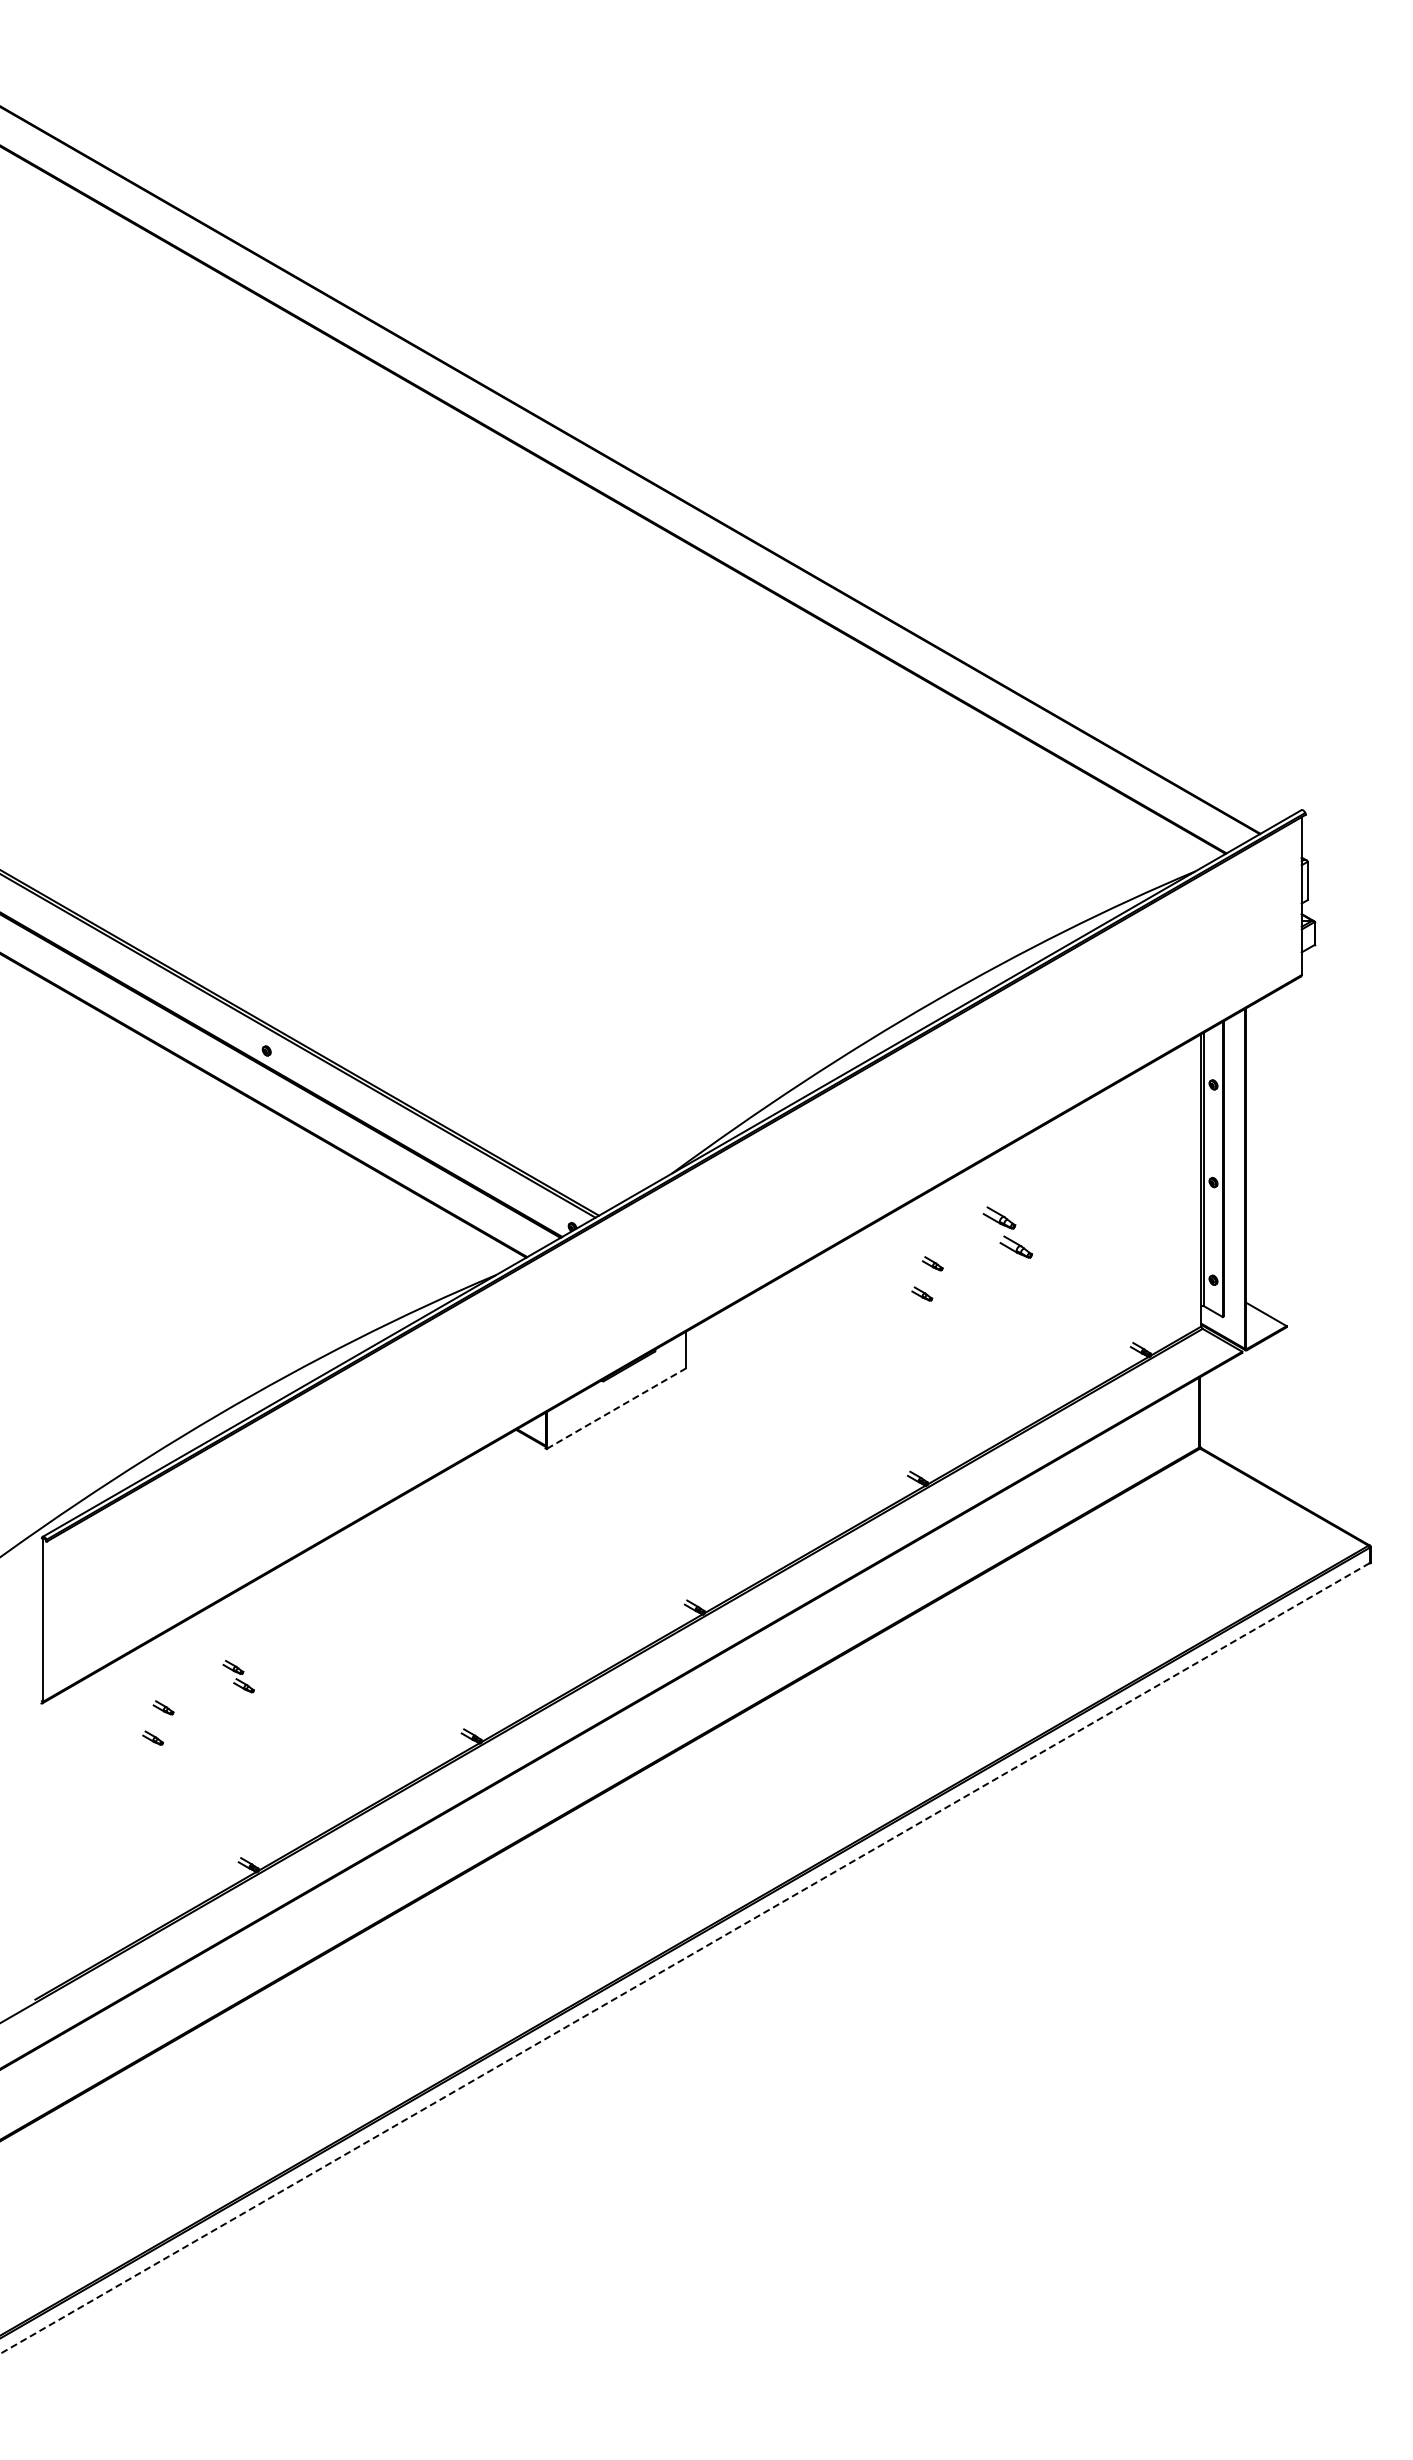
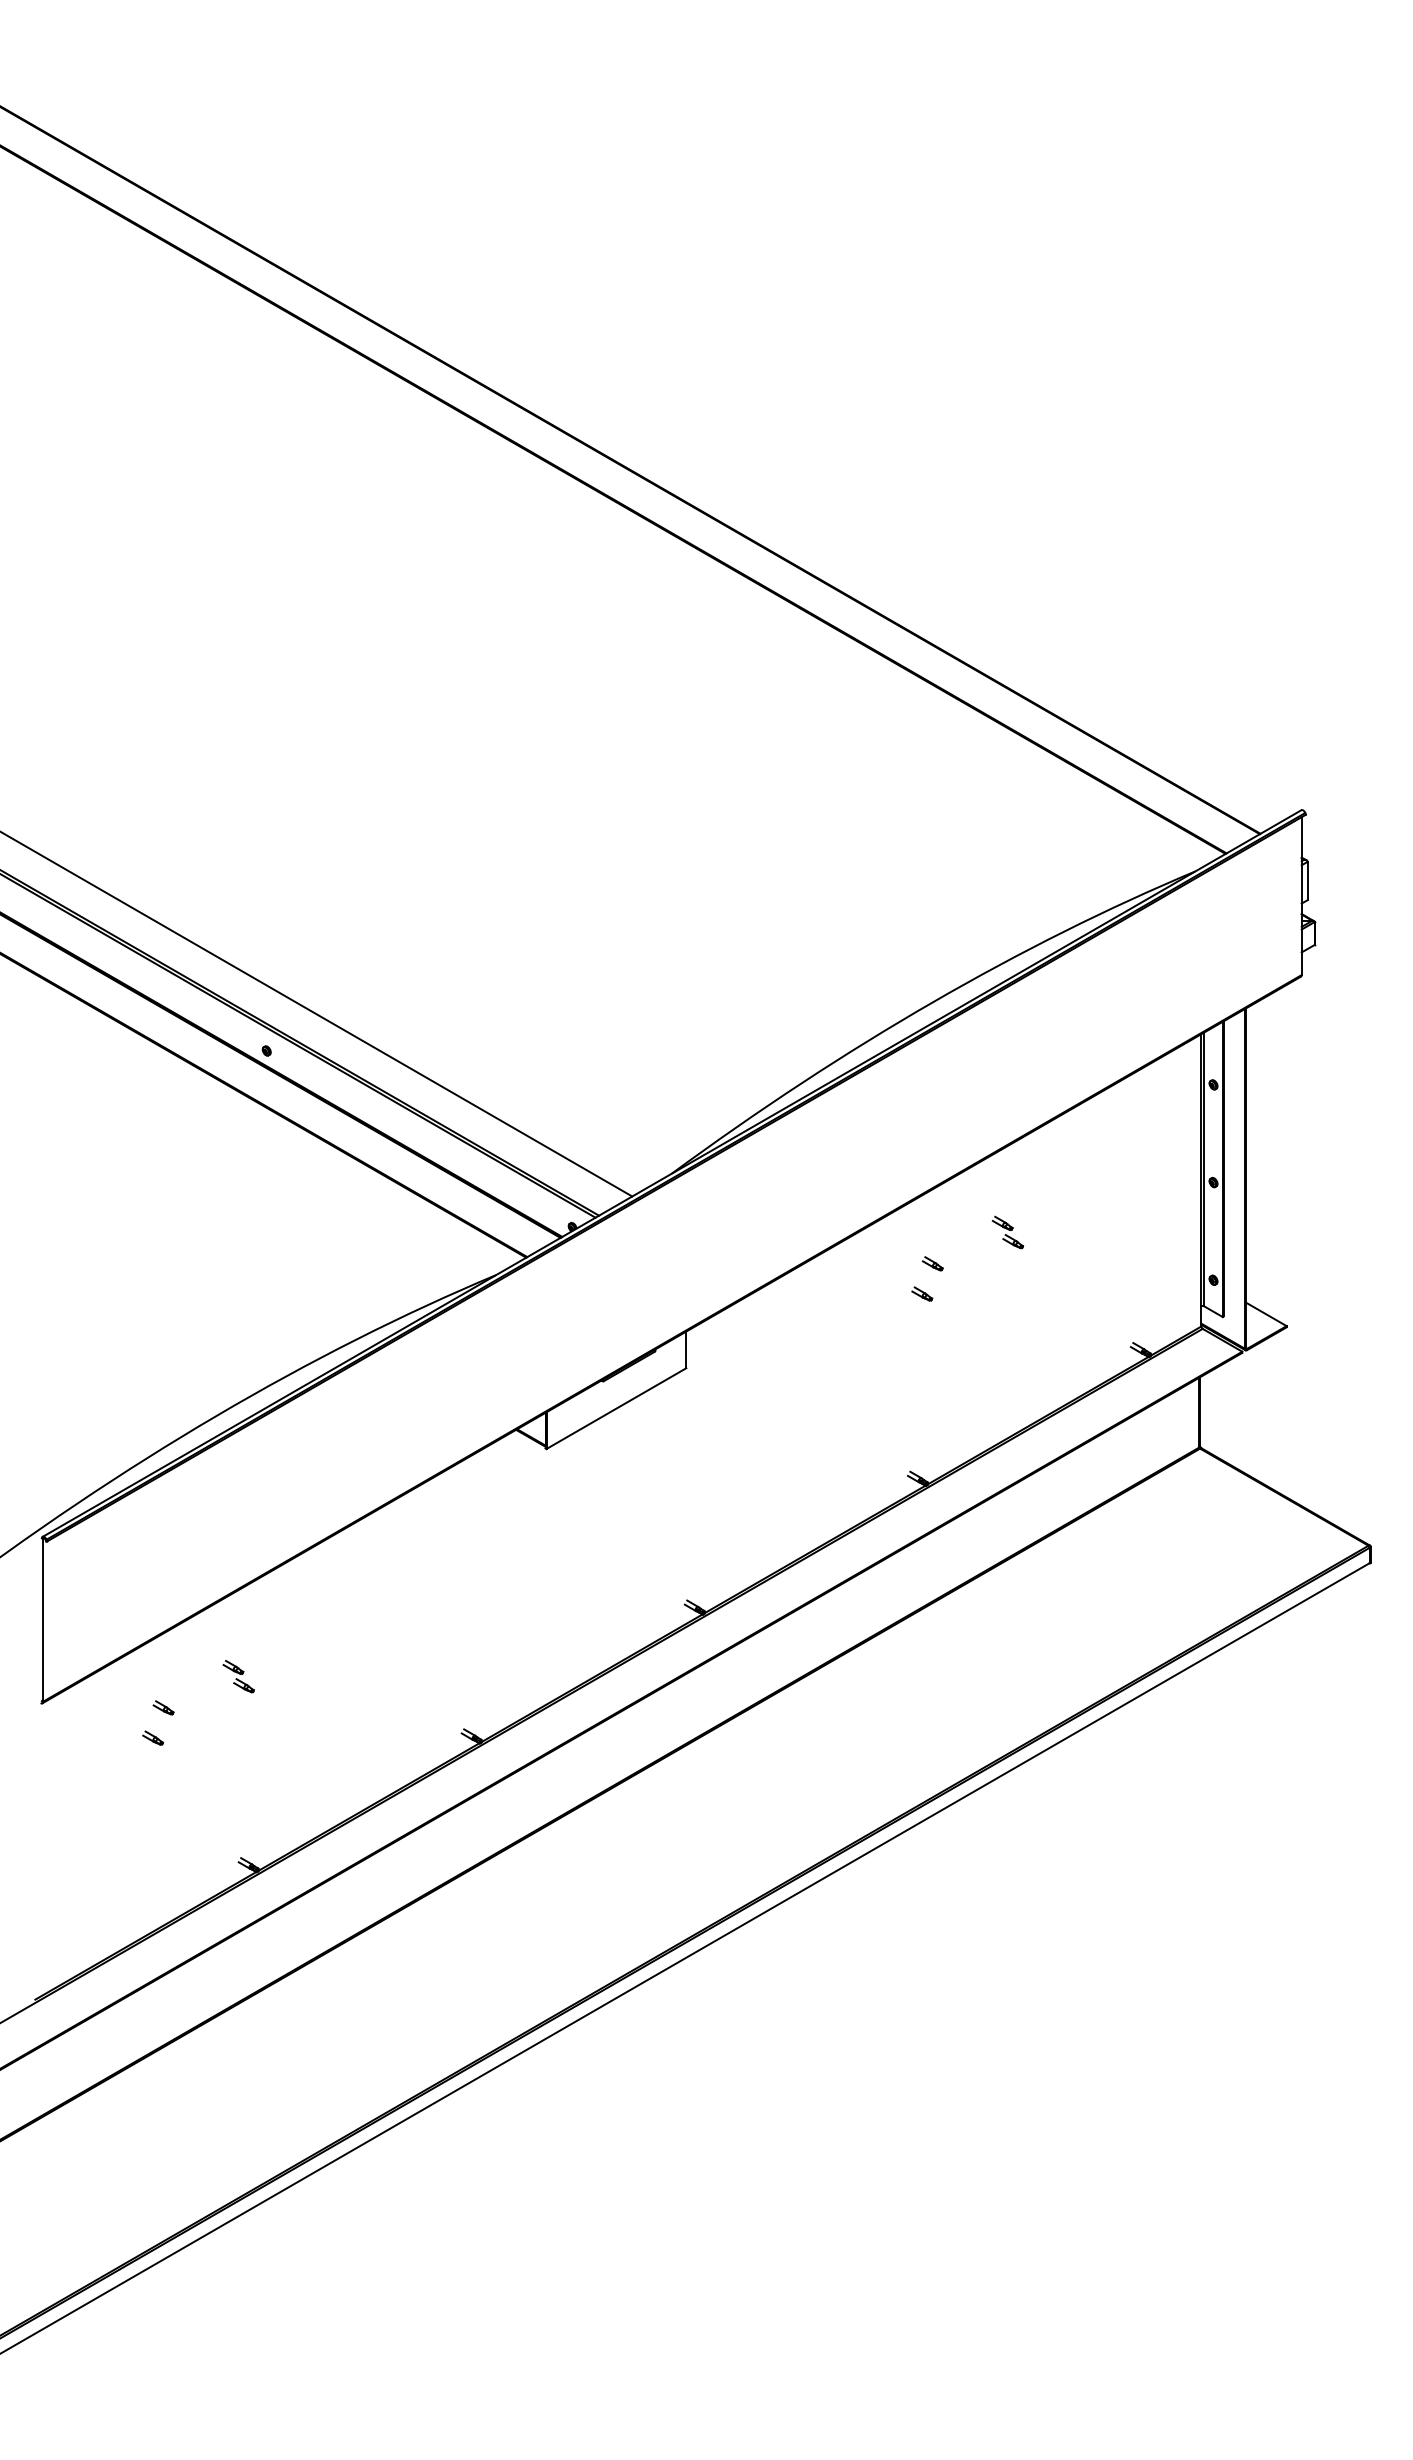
line at (317, 1014): none -> present
part at (1007, 1232) size: 51x53 px -> 34x35 px
line at (616, 1408): dashed -> solid
line at (685, 1958): dashed -> solid
